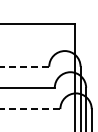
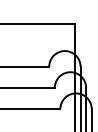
line at (24, 66): dashed -> solid
line at (30, 109): dashed -> solid
